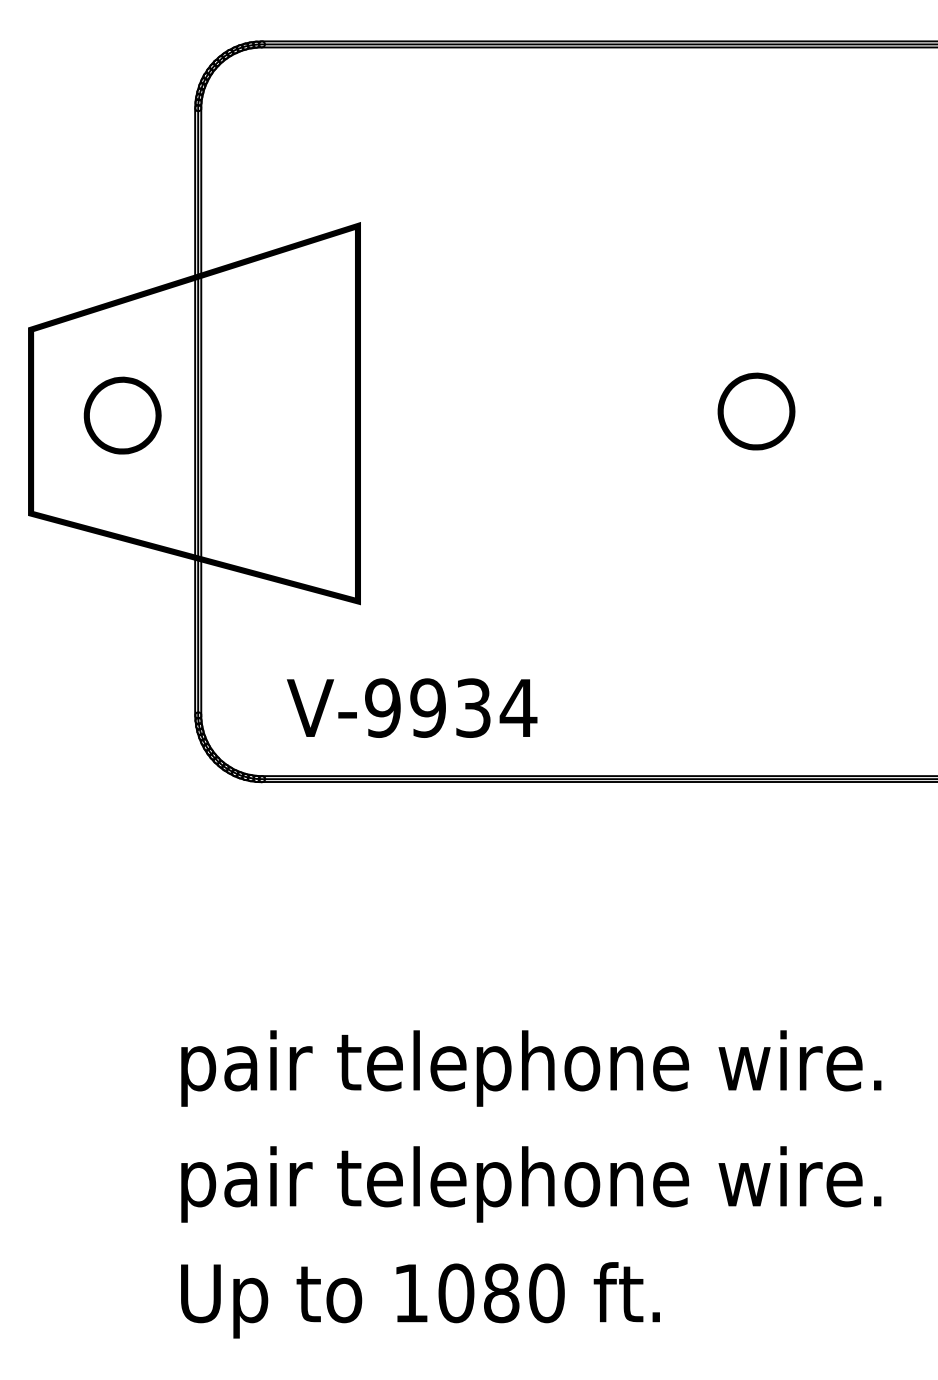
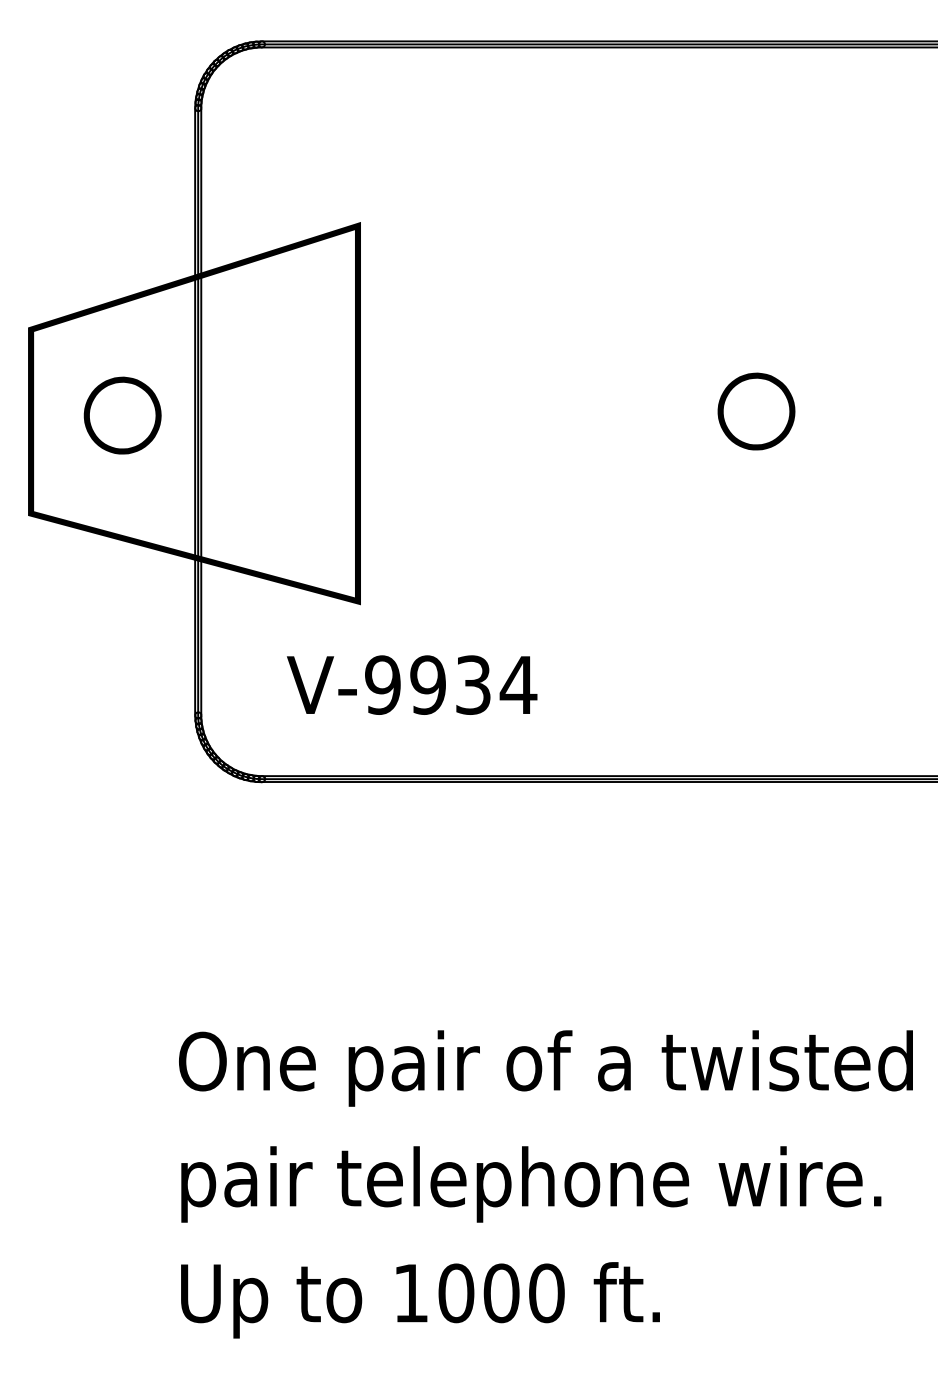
text at (412, 707) position: (412, 707) -> (412, 684)
text at (545, 1068): pair telephone wire. -> One pair of a twisted
text at (501, 1292): 1080 -> 1000
